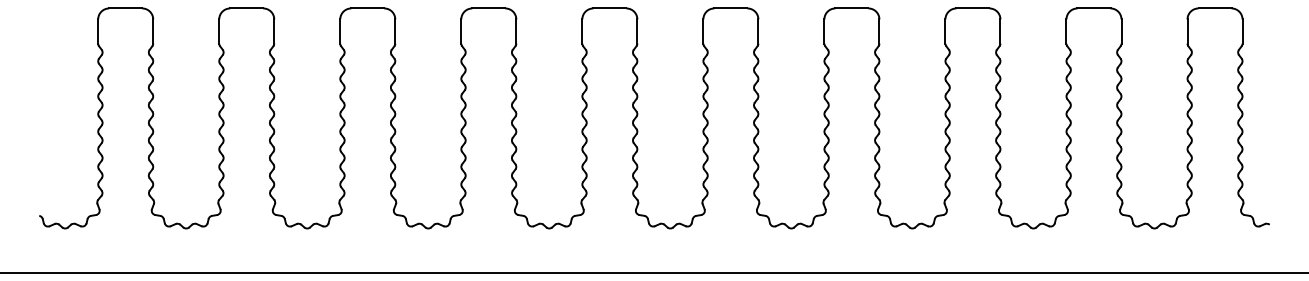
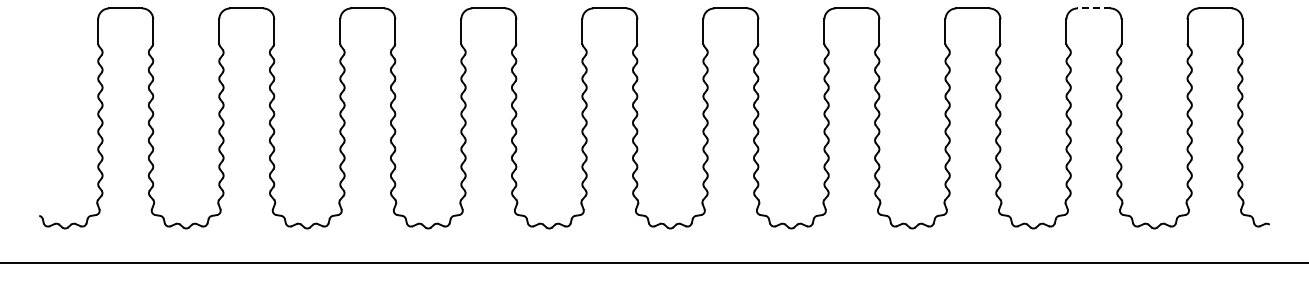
line at (1093, 8): solid -> dashed
line at (653, 272) position: (653, 272) -> (653, 262)
